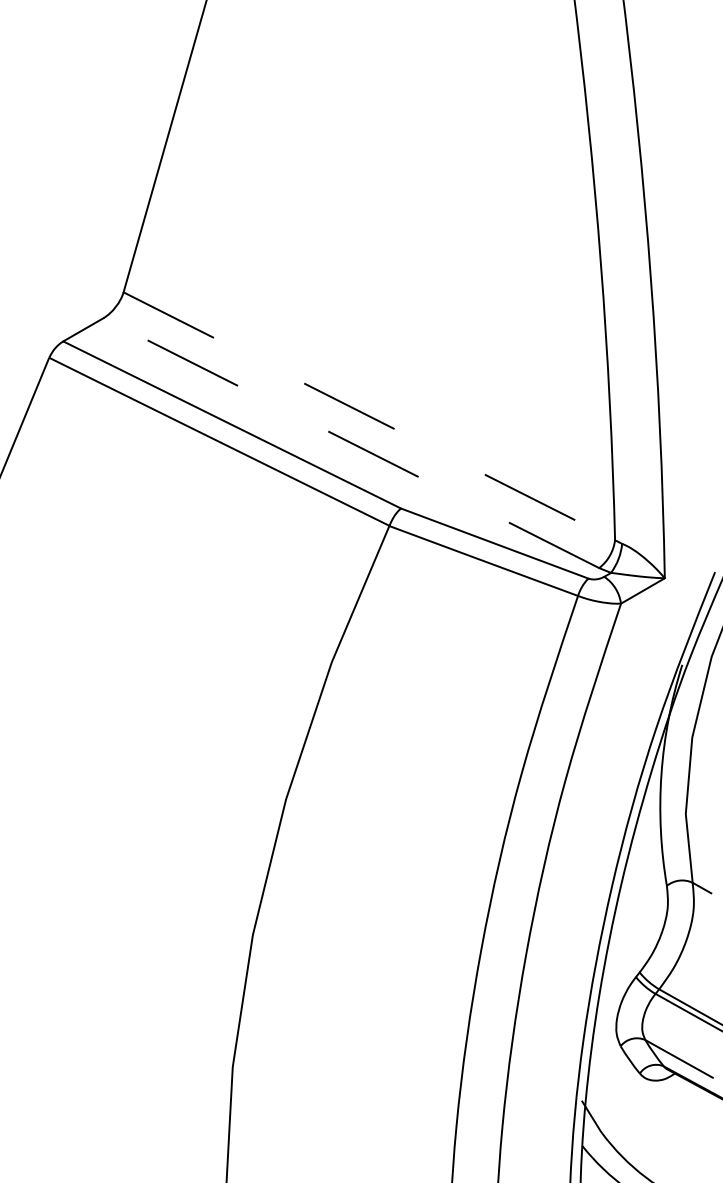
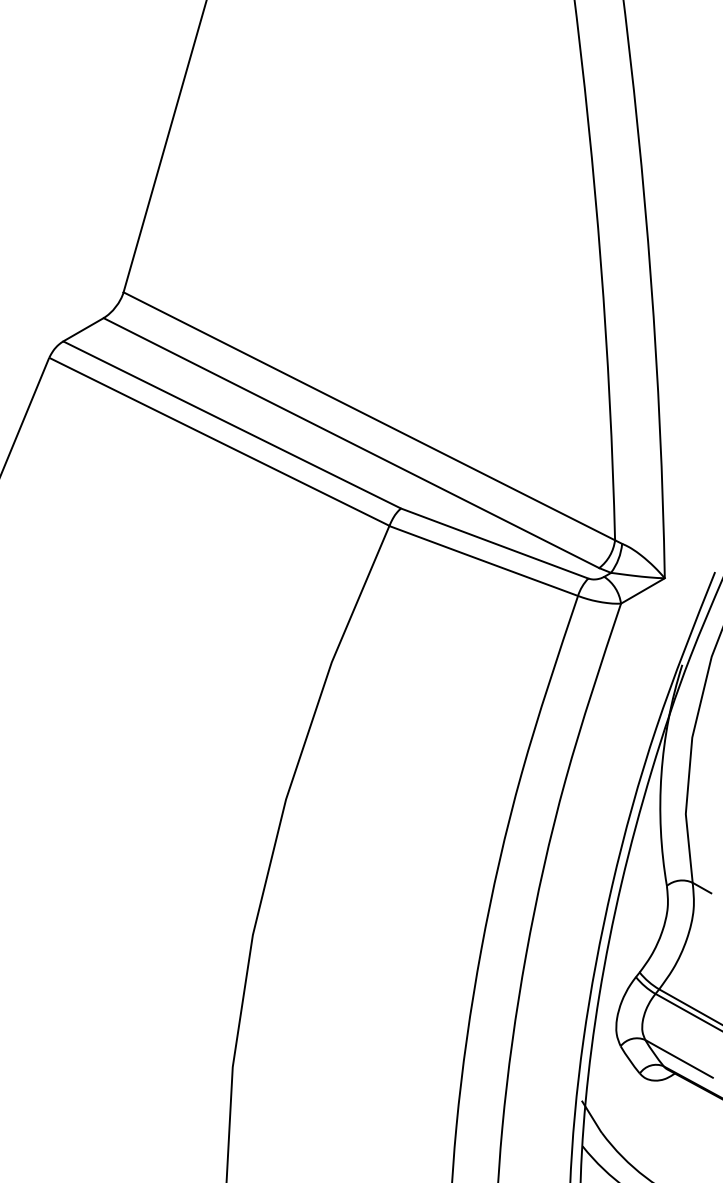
line at (369, 416): dashed -> solid
line at (351, 443): dashed -> solid
